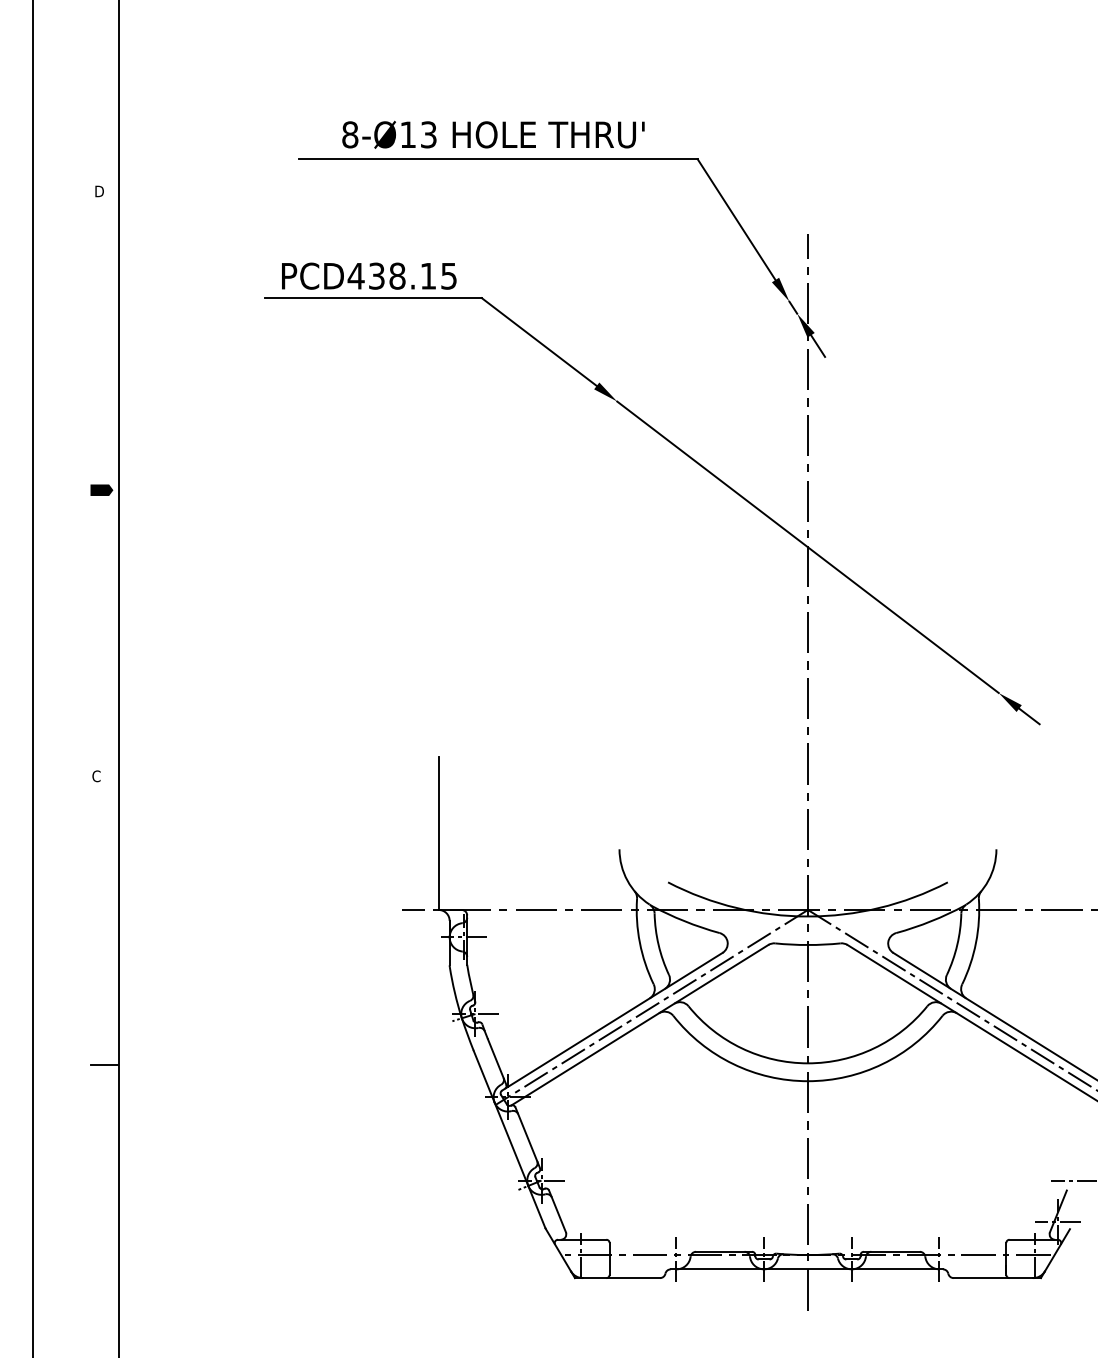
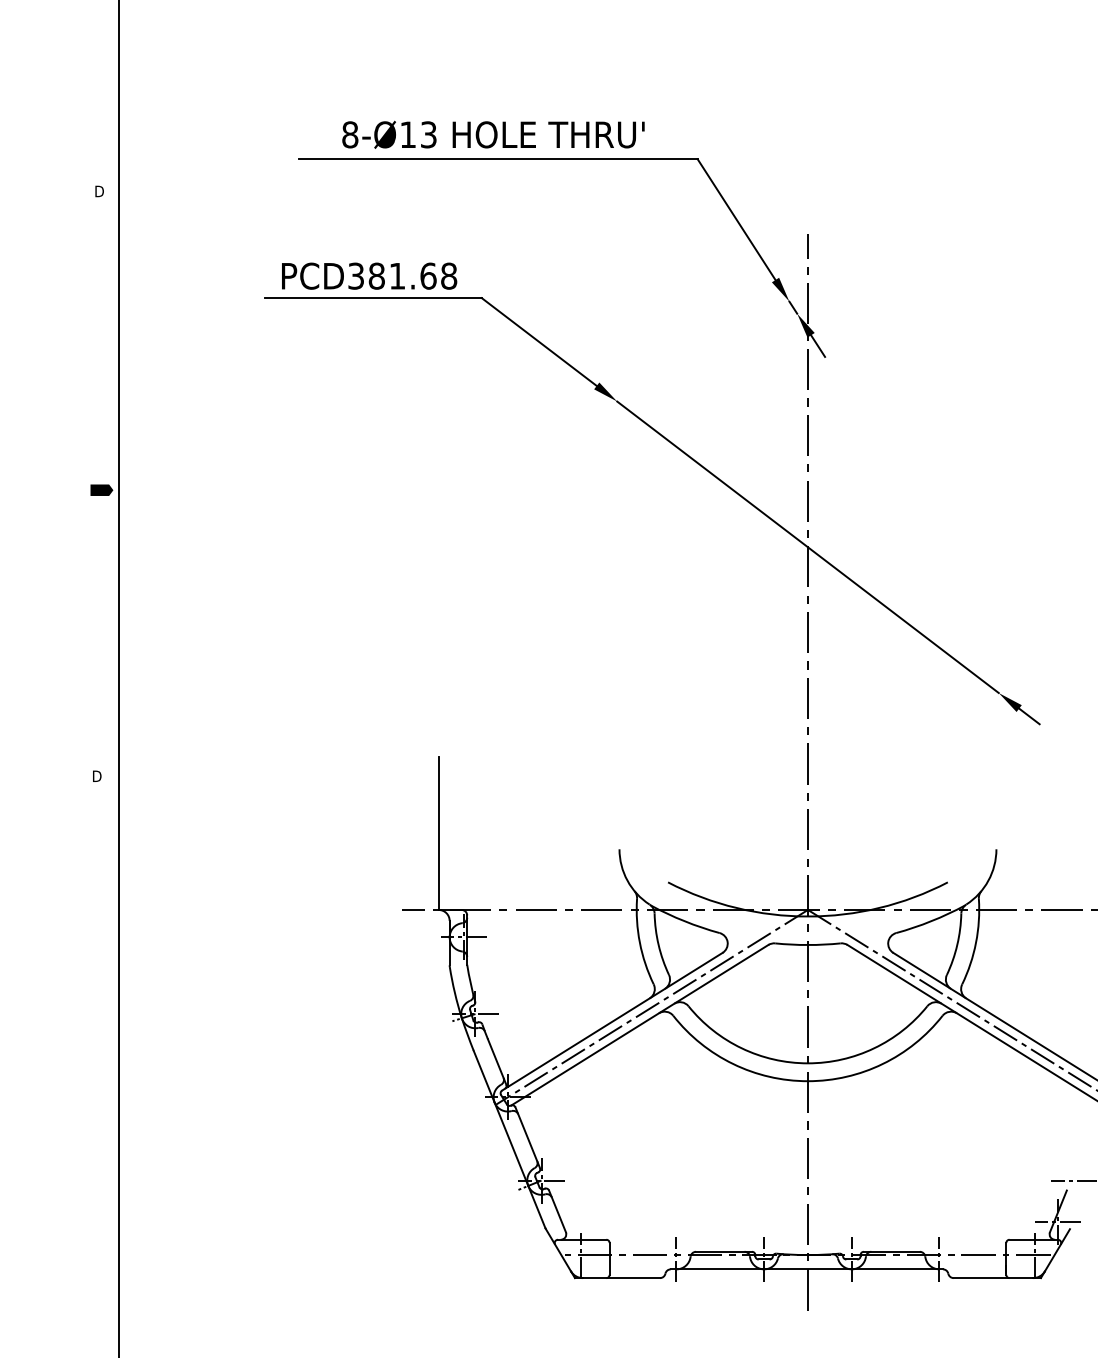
text at (402, 275): PCD438.15 -> PCD381.68
line at (33, 678): present -> none
text at (96, 776): C -> D
line at (104, 1064): present -> none
